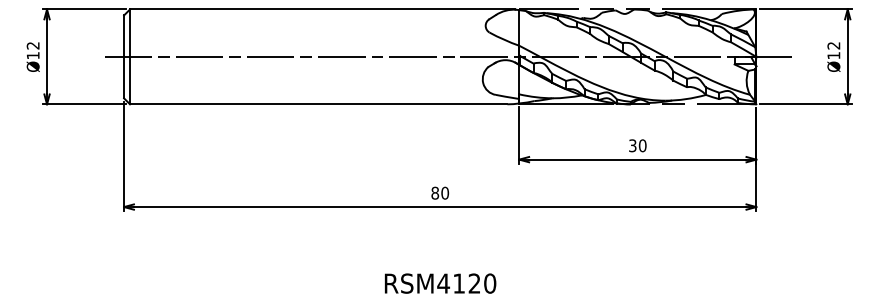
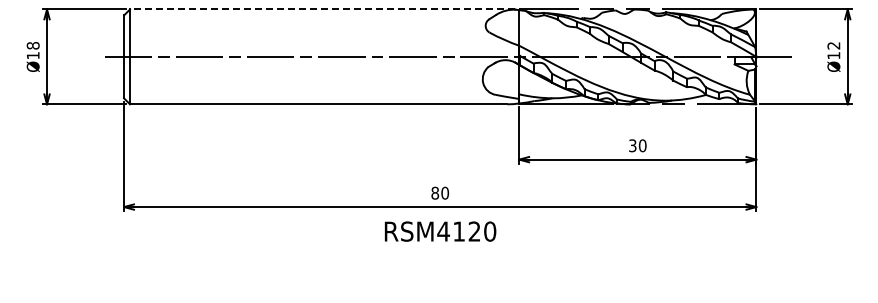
line at (321, 9): solid -> dashed
text at (32, 45): Ø12 -> Ø18
text at (440, 283) position: (440, 283) -> (440, 231)
